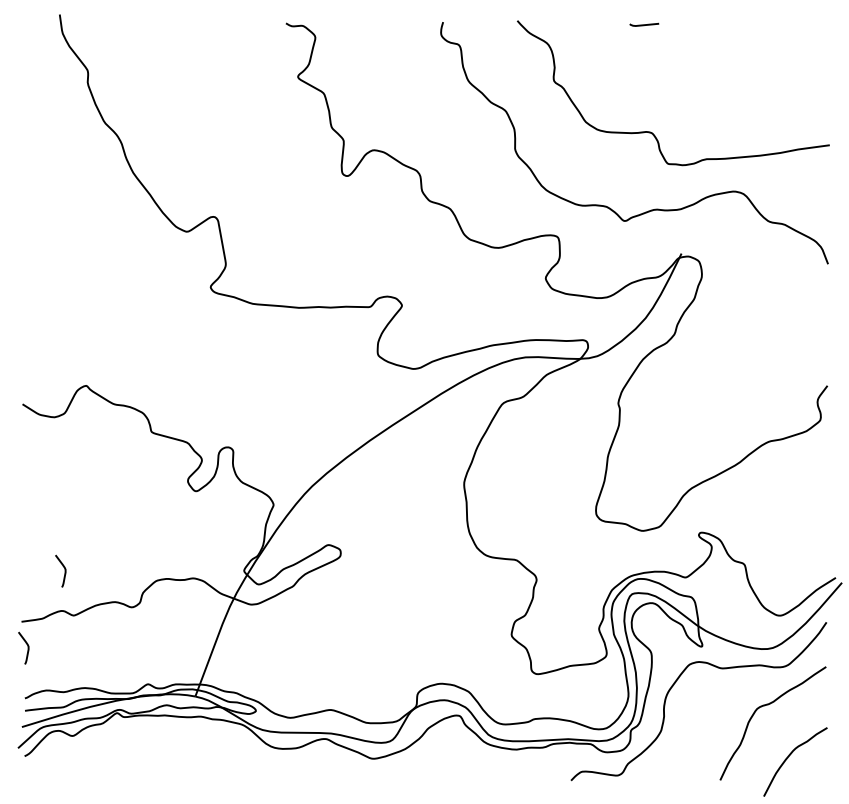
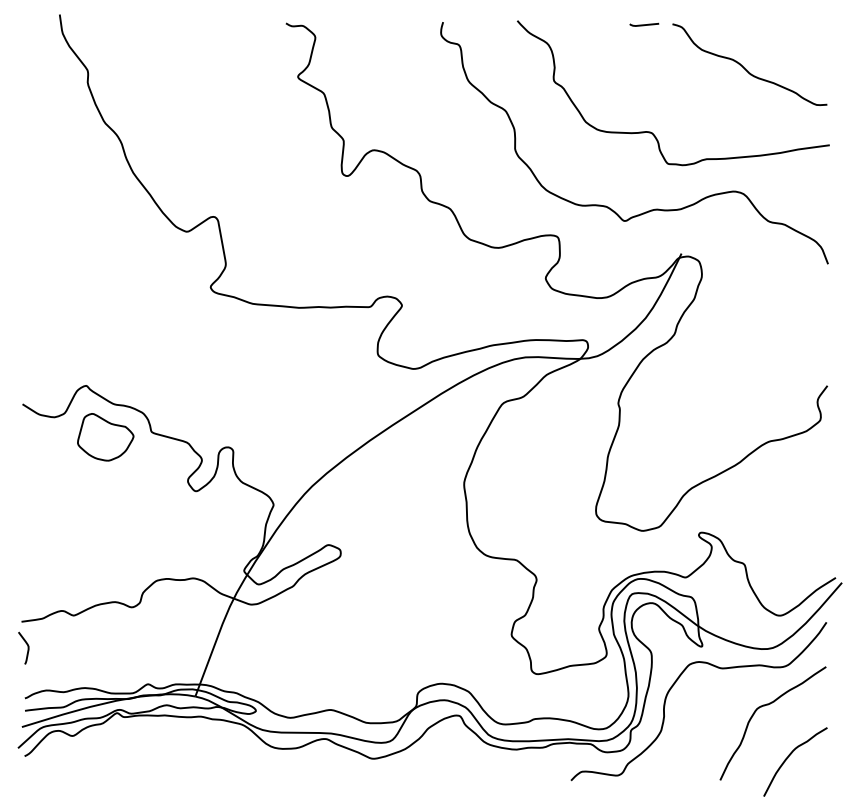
curve at (745, 68): none -> present
part at (105, 437): none -> present
curve at (64, 570): present -> none
